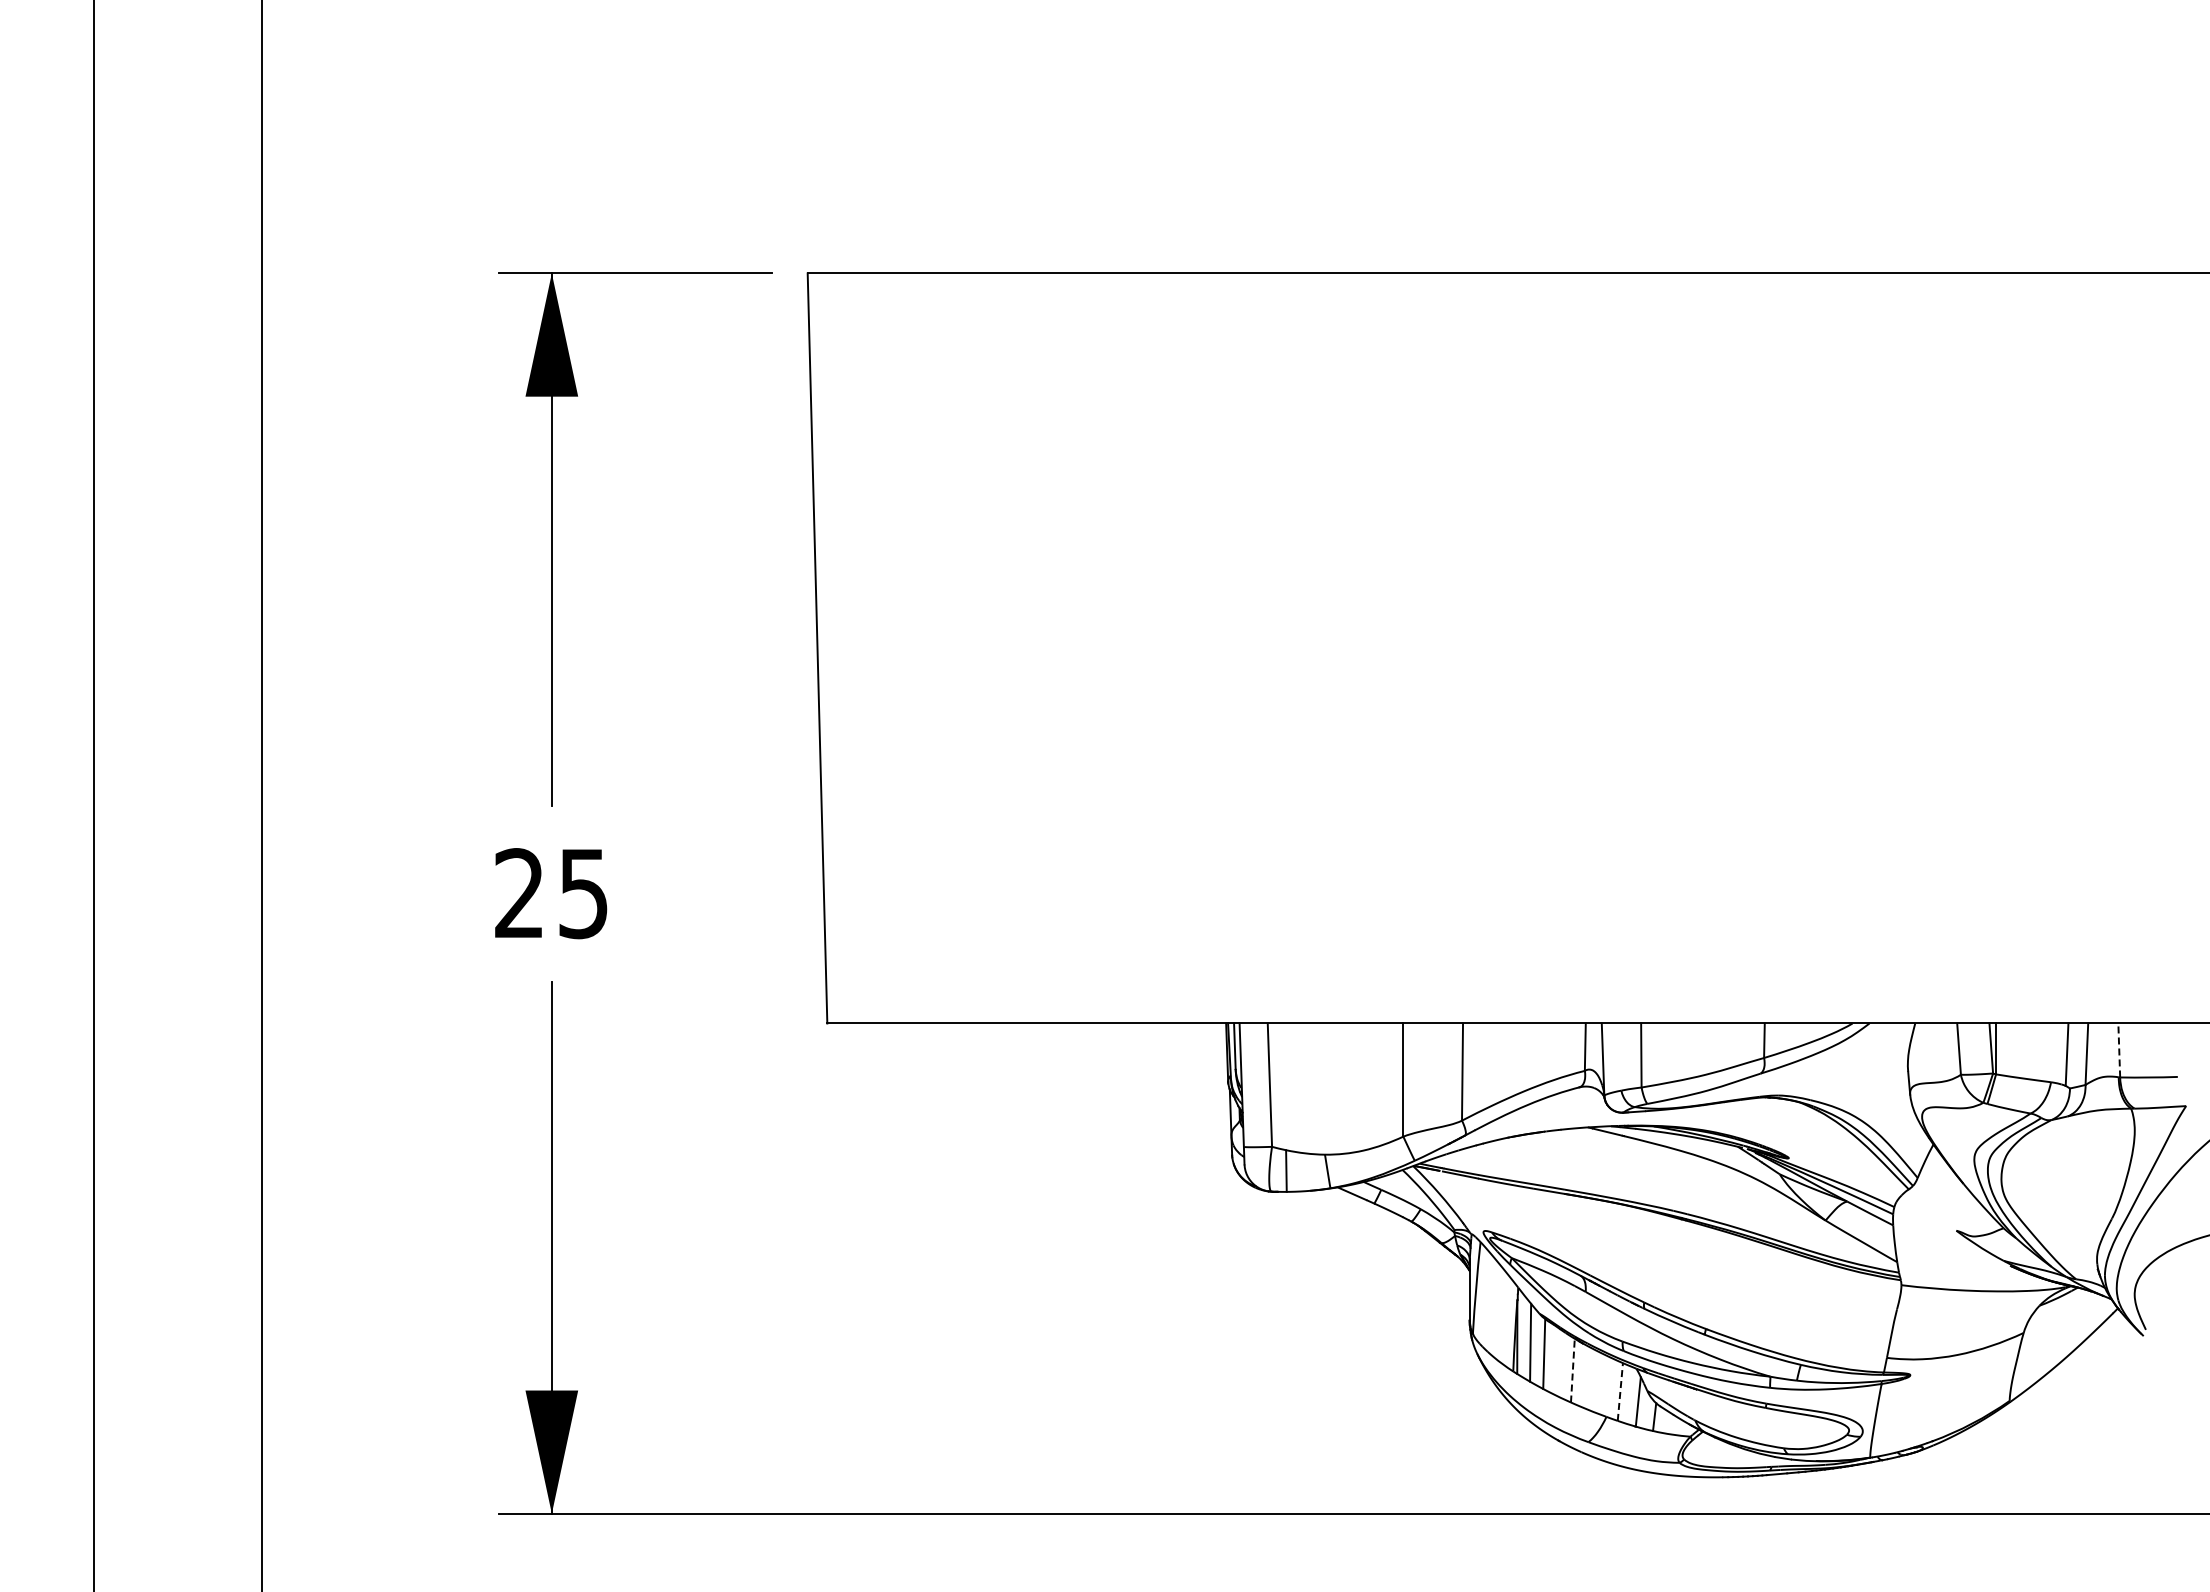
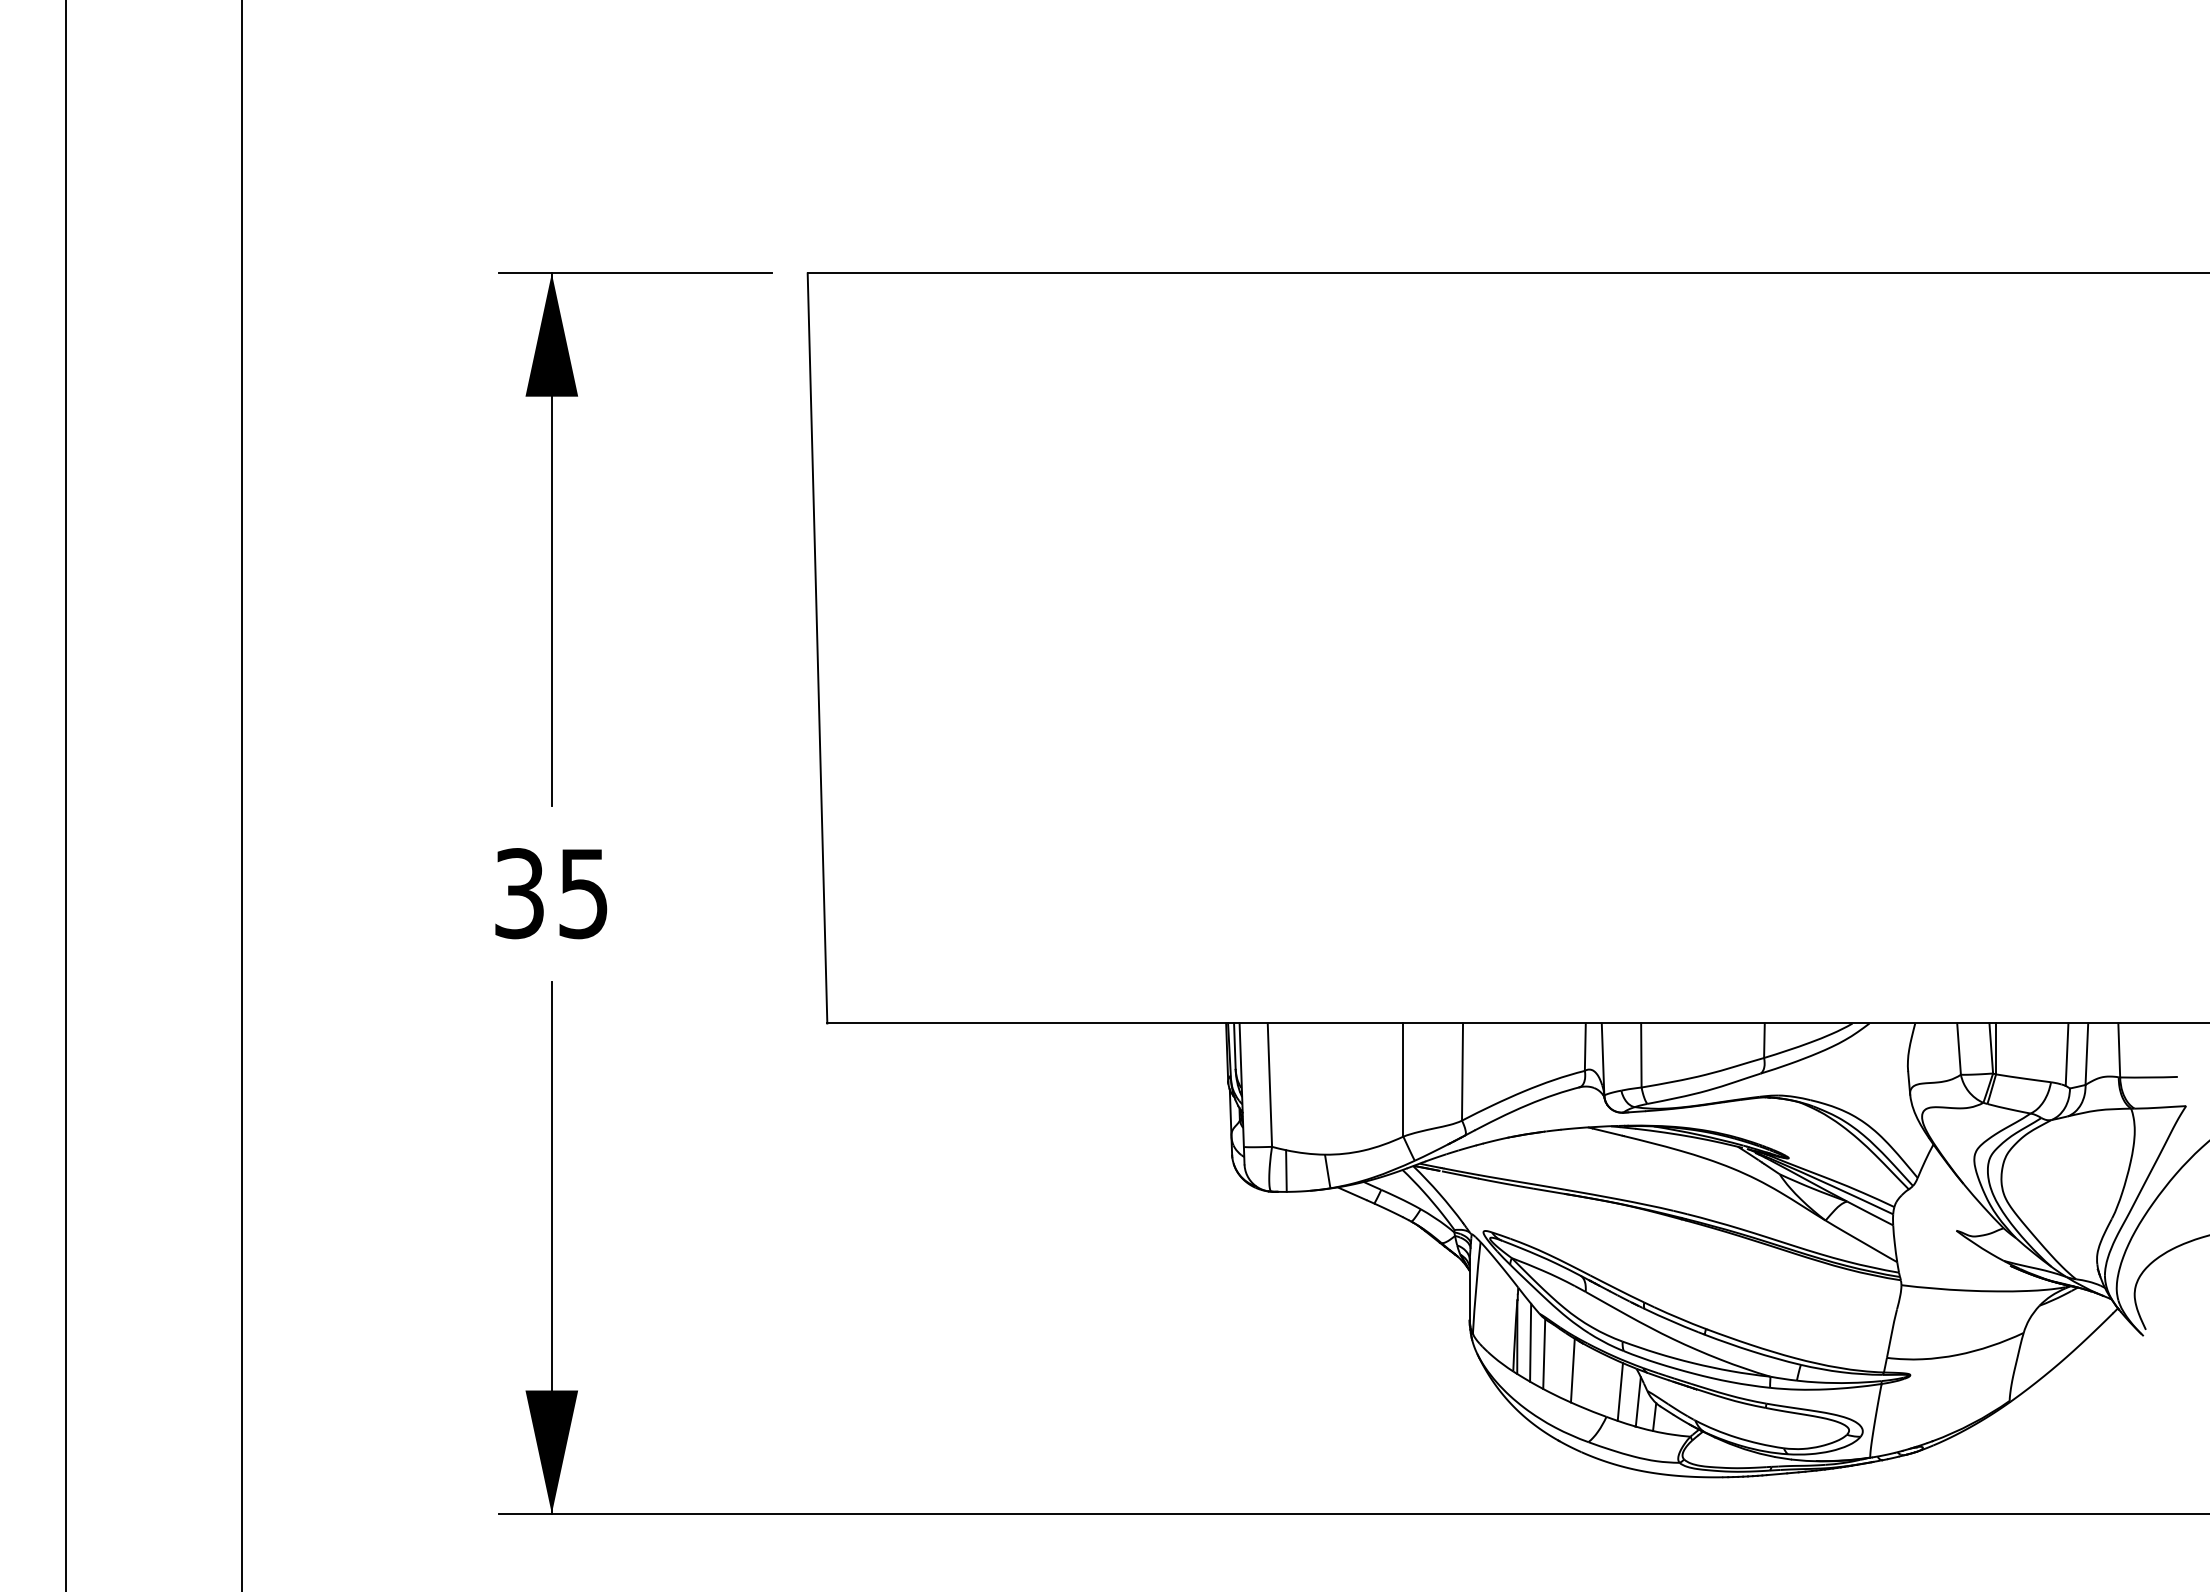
line at (94, 795) position: (94, 795) -> (66, 795)
line at (262, 795) position: (262, 795) -> (242, 795)
text at (519, 893): 25 -> 35
line at (2119, 1049): dashed -> solid
line at (1572, 1370): dashed -> solid
line at (1620, 1392): dashed -> solid
